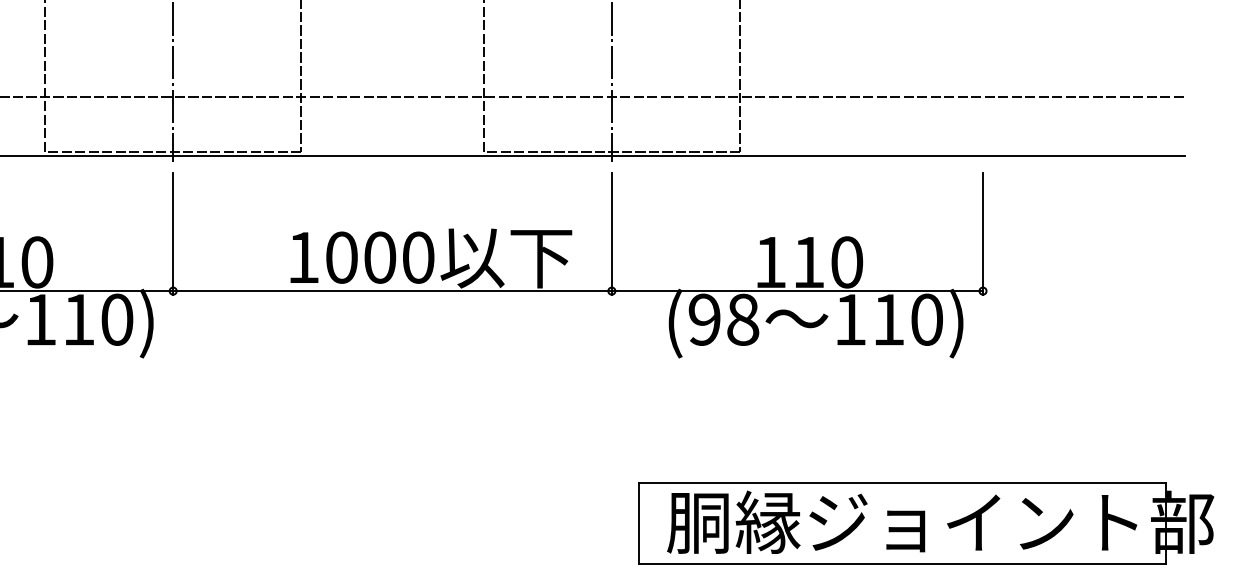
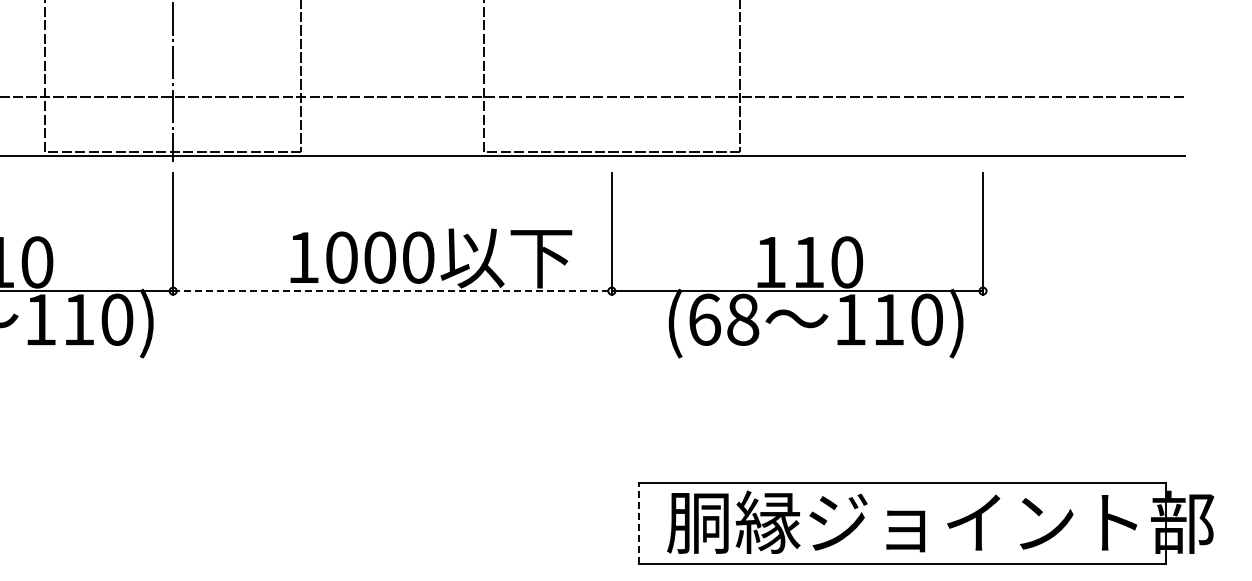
line at (611, 82): present -> none
line at (393, 291): solid -> dashed
text at (704, 319): (98 -> (68
line at (639, 522): solid -> dashed
